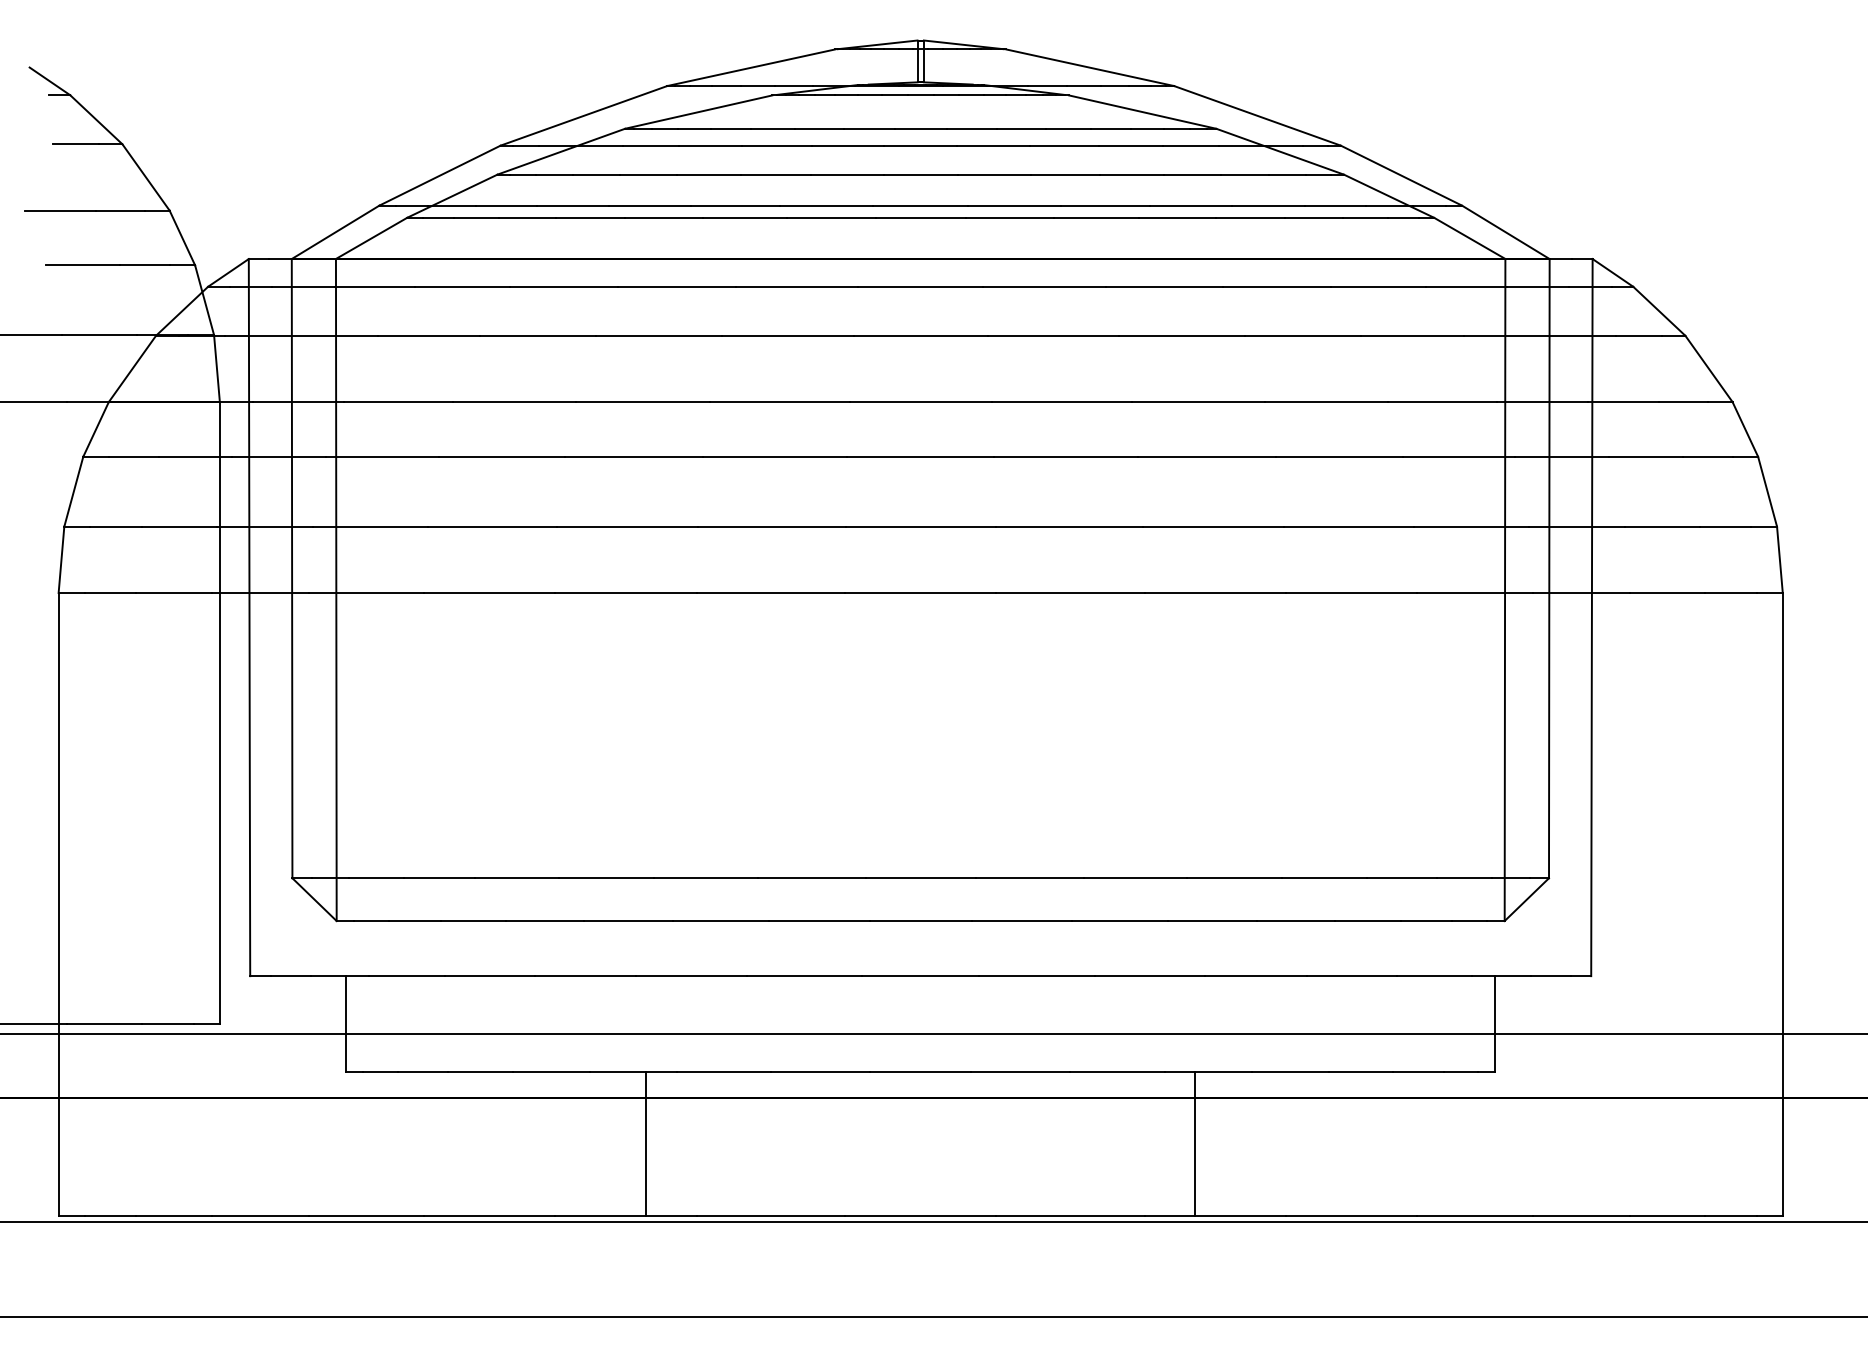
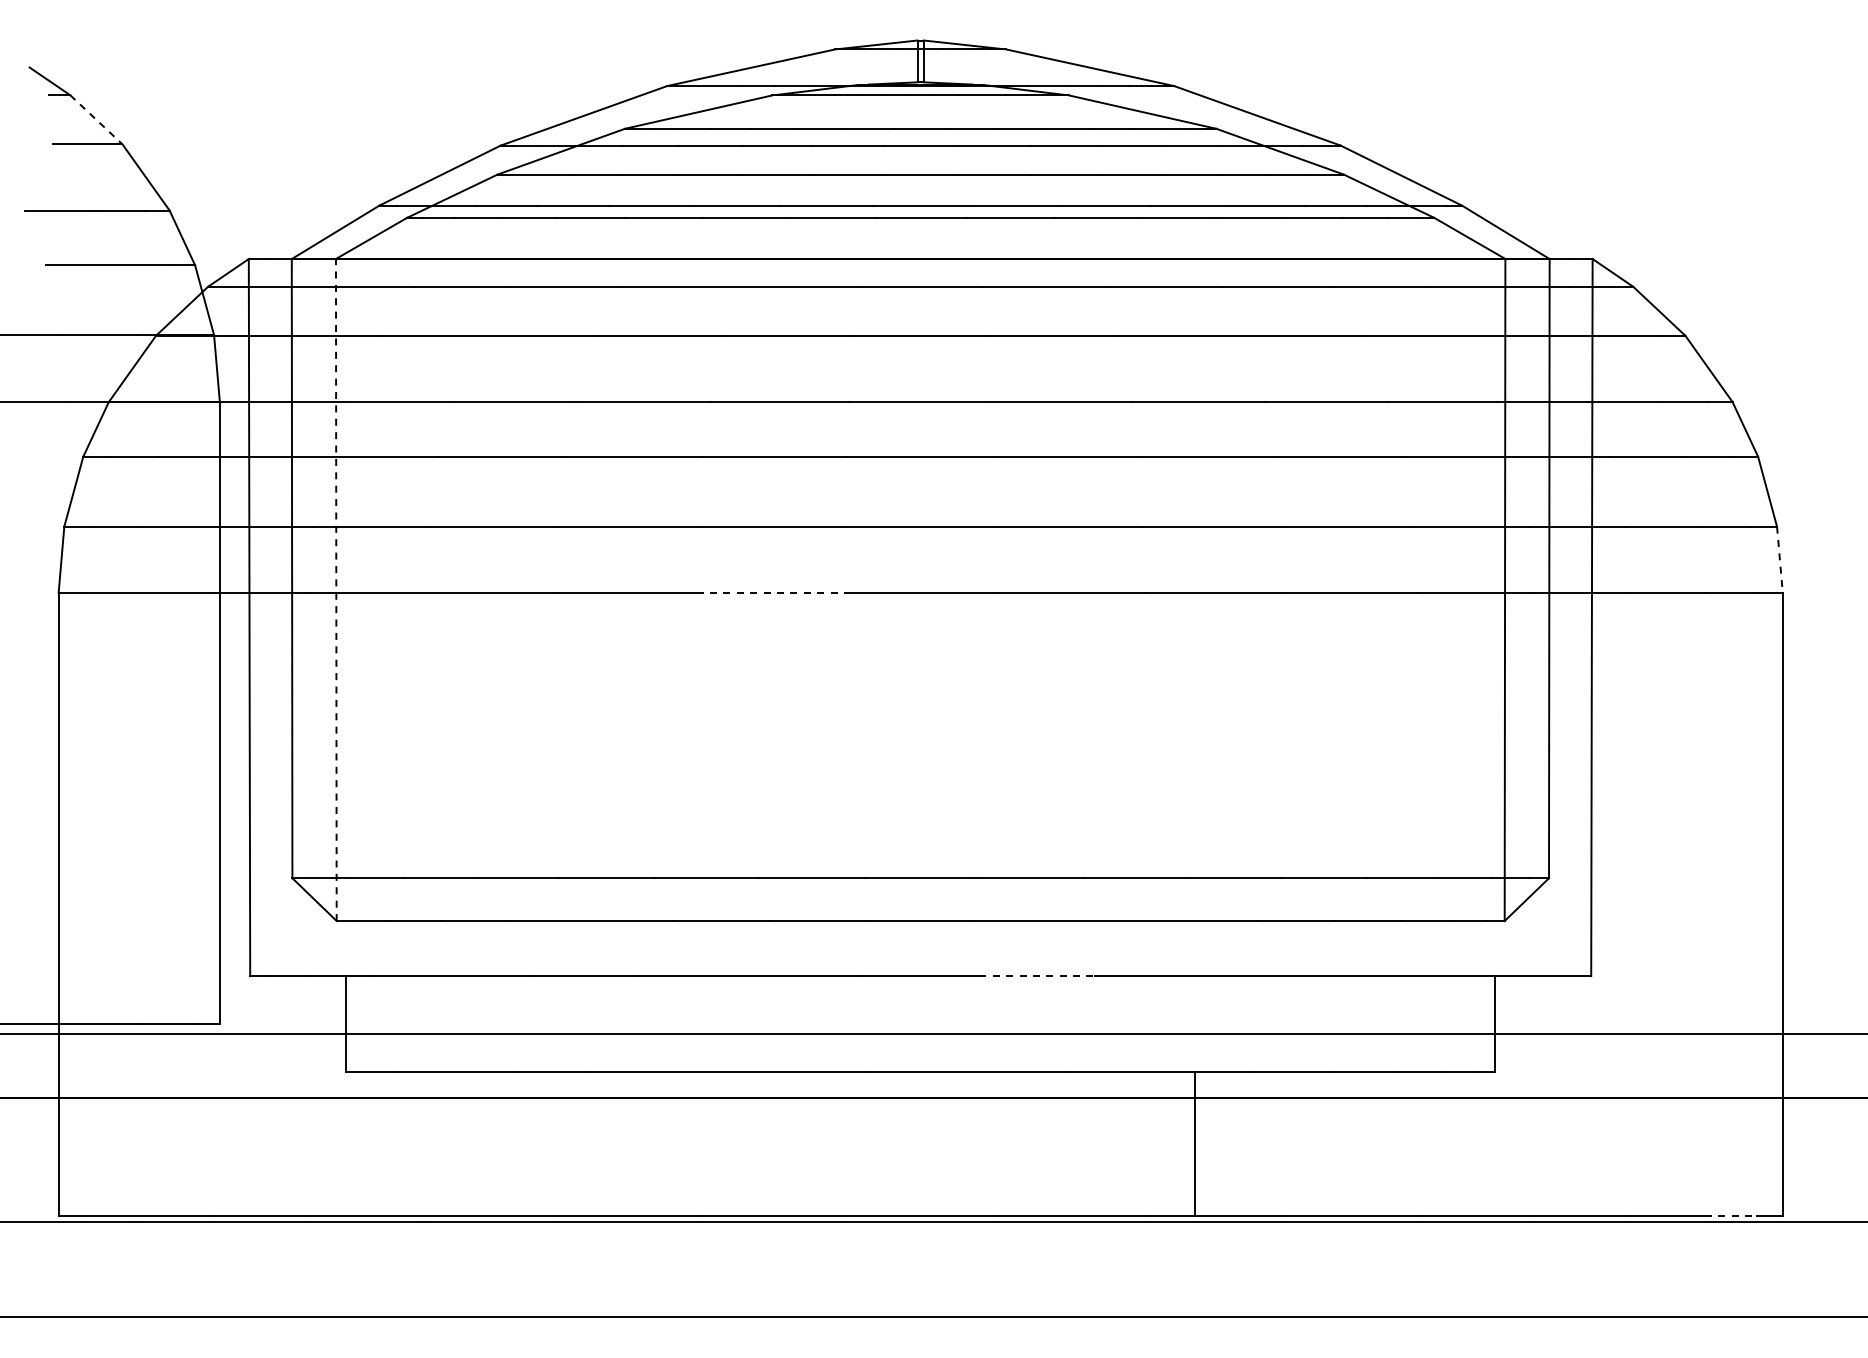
line at (96, 119): solid -> dashed
line at (1779, 560): solid -> dashed
line at (336, 589): solid -> dashed
line at (771, 593): solid -> dashed
line at (1037, 976): solid -> dashed
line at (646, 1143): present -> none
line at (1730, 1215): solid -> dashed
